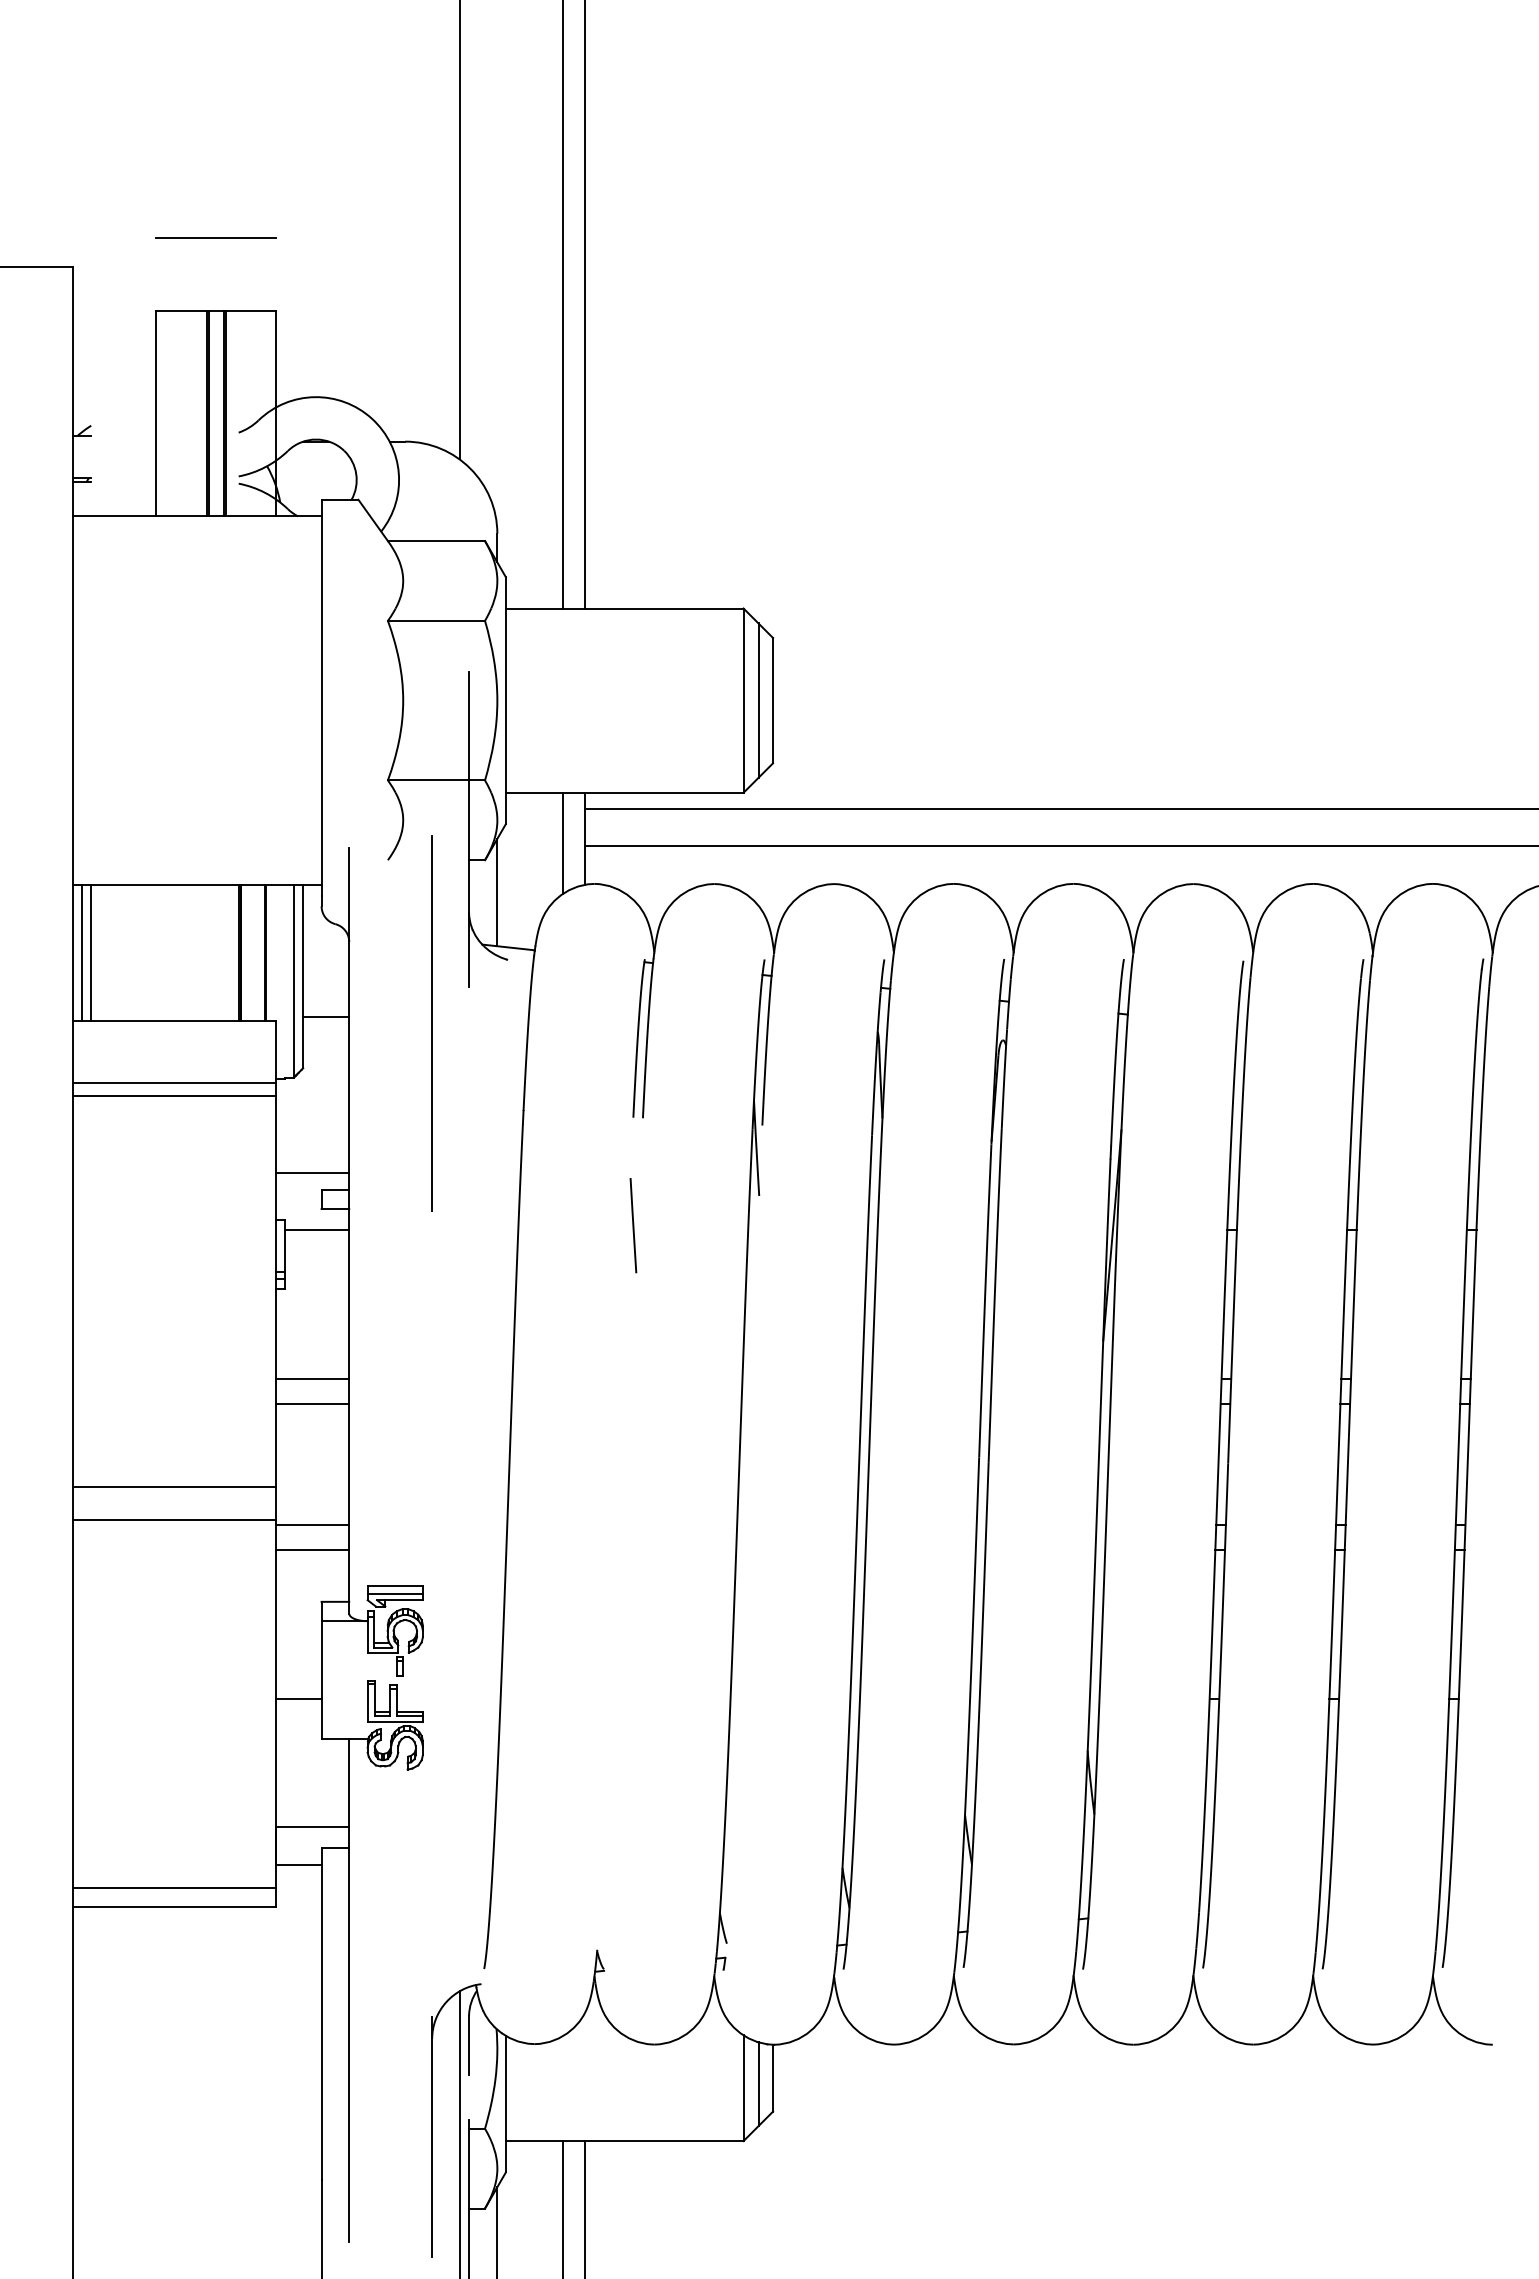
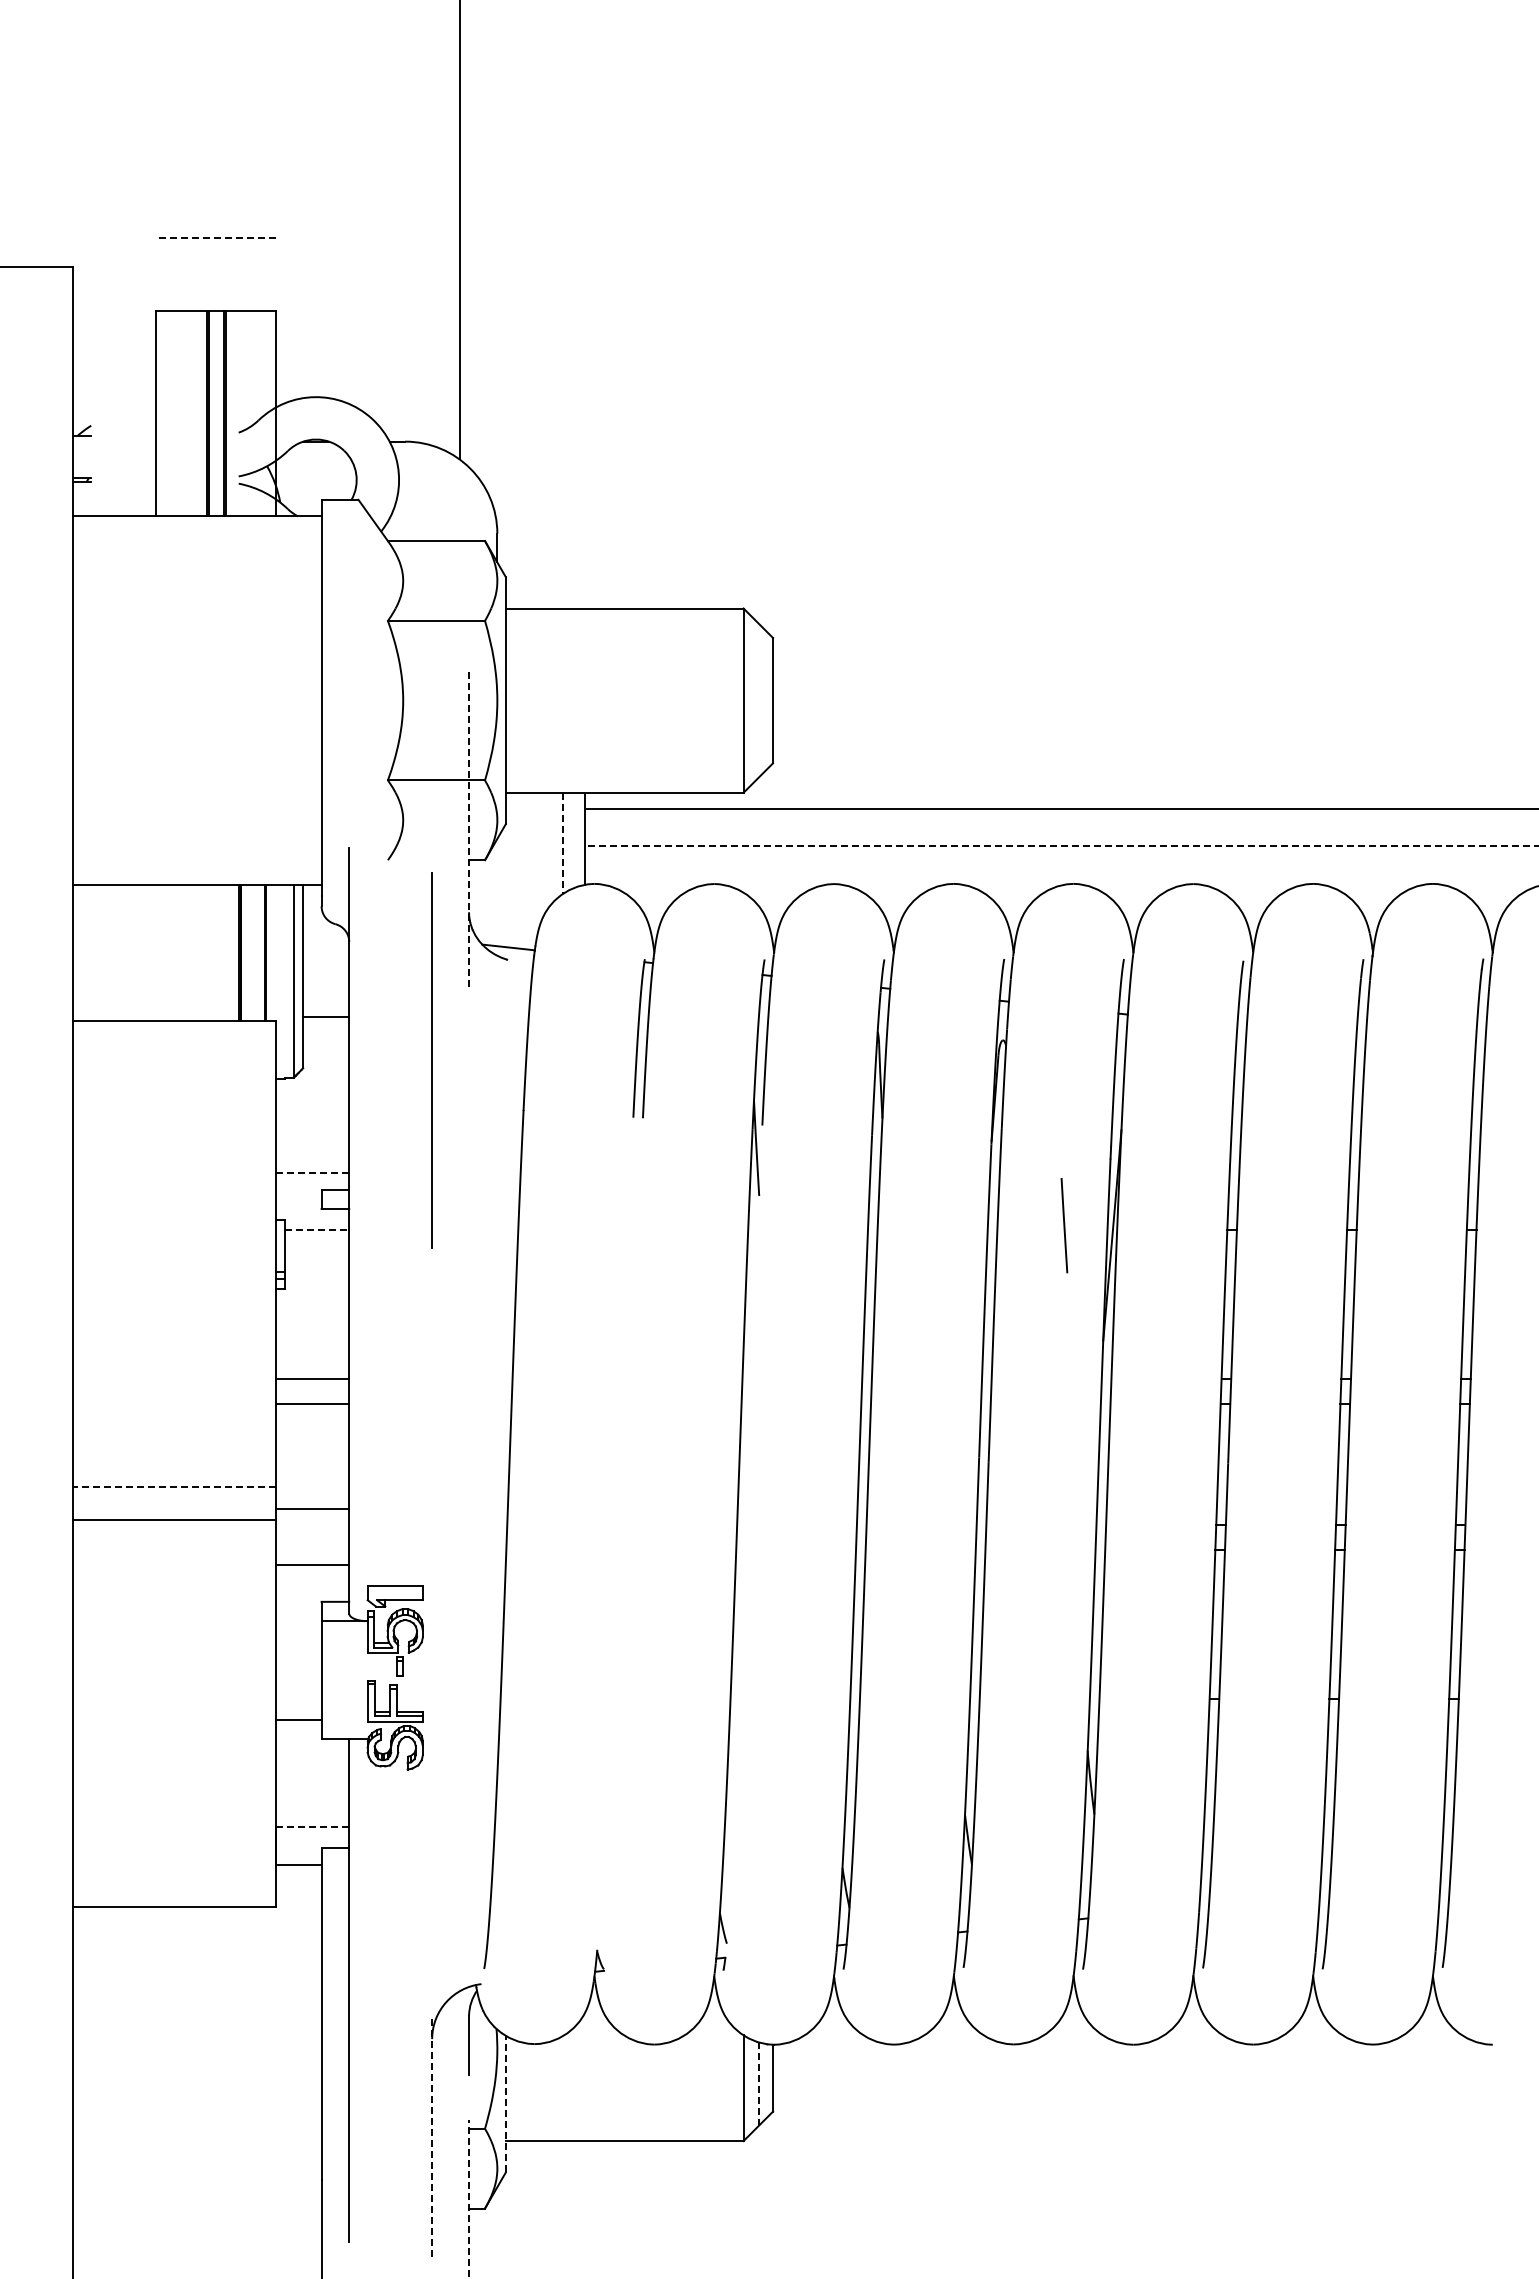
line at (216, 237): solid -> dashed
line at (562, 305): present -> none
line at (584, 305): present -> none
line at (758, 700): present -> none
line at (469, 829): solid -> dashed
line at (562, 843): solid -> dashed
line at (1061, 845): solid -> dashed
line at (497, 892): present -> none
line at (82, 952): present -> none
line at (91, 952): present -> none
line at (431, 1023) position: (431, 1023) -> (431, 1060)
line at (173, 1083): present -> none
line at (173, 1095): present -> none
line at (312, 1173): solid -> dashed
line at (633, 1225) position: (633, 1225) -> (1064, 1225)
line at (317, 1229): solid -> dashed
line at (173, 1487): solid -> dashed
line at (312, 1524) position: (312, 1524) -> (312, 1508)
line at (312, 1549) position: (312, 1549) -> (312, 1564)
line at (394, 1593): present -> none
line at (298, 1698) position: (298, 1698) -> (298, 1719)
line at (312, 1827): solid -> dashed
line at (173, 1888): present -> none
line at (758, 2084): solid -> dashed
line at (505, 2103): solid -> dashed
line at (459, 2133): present -> none
line at (432, 2137): solid -> dashed
line at (469, 2199): solid -> dashed
line at (562, 2208): present -> none
line at (584, 2208): present -> none
line at (497, 2231): present -> none
